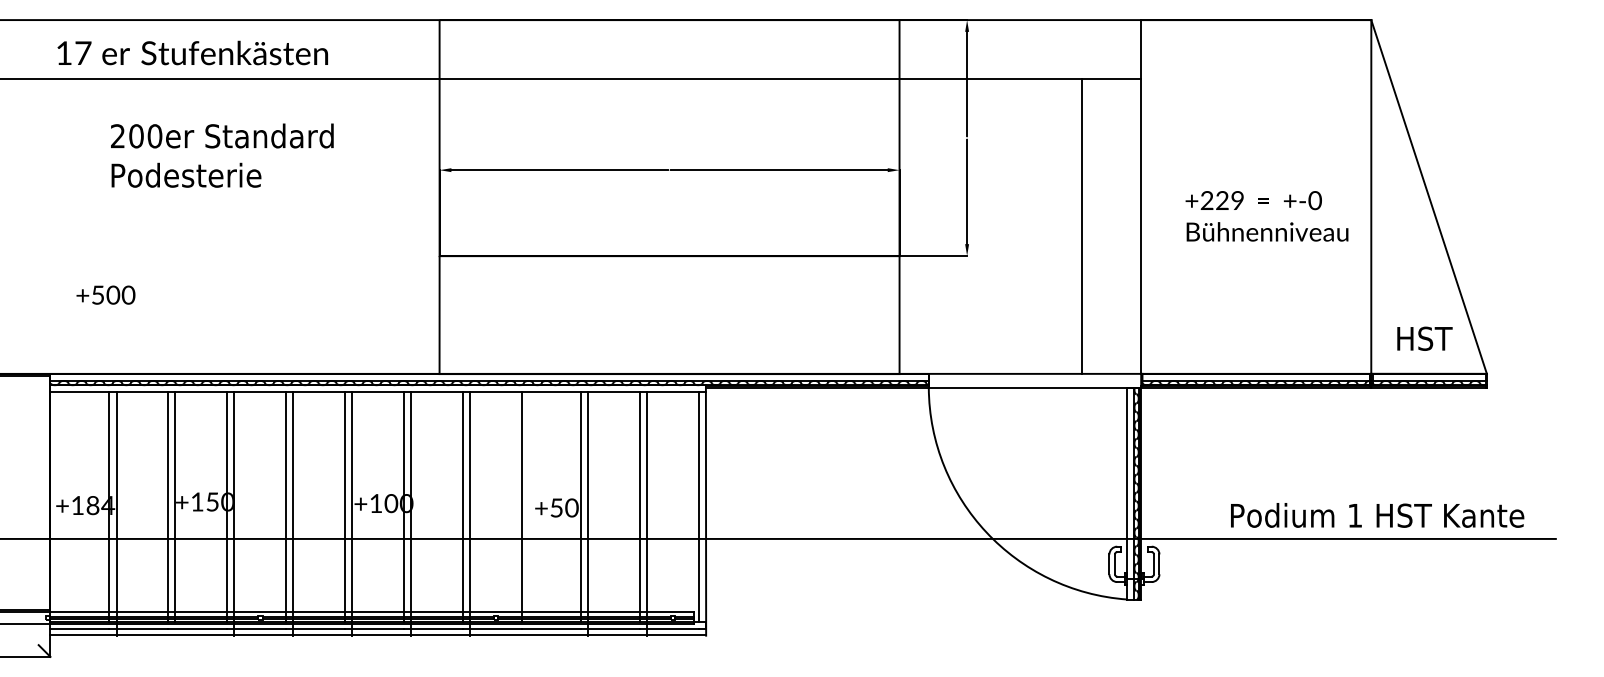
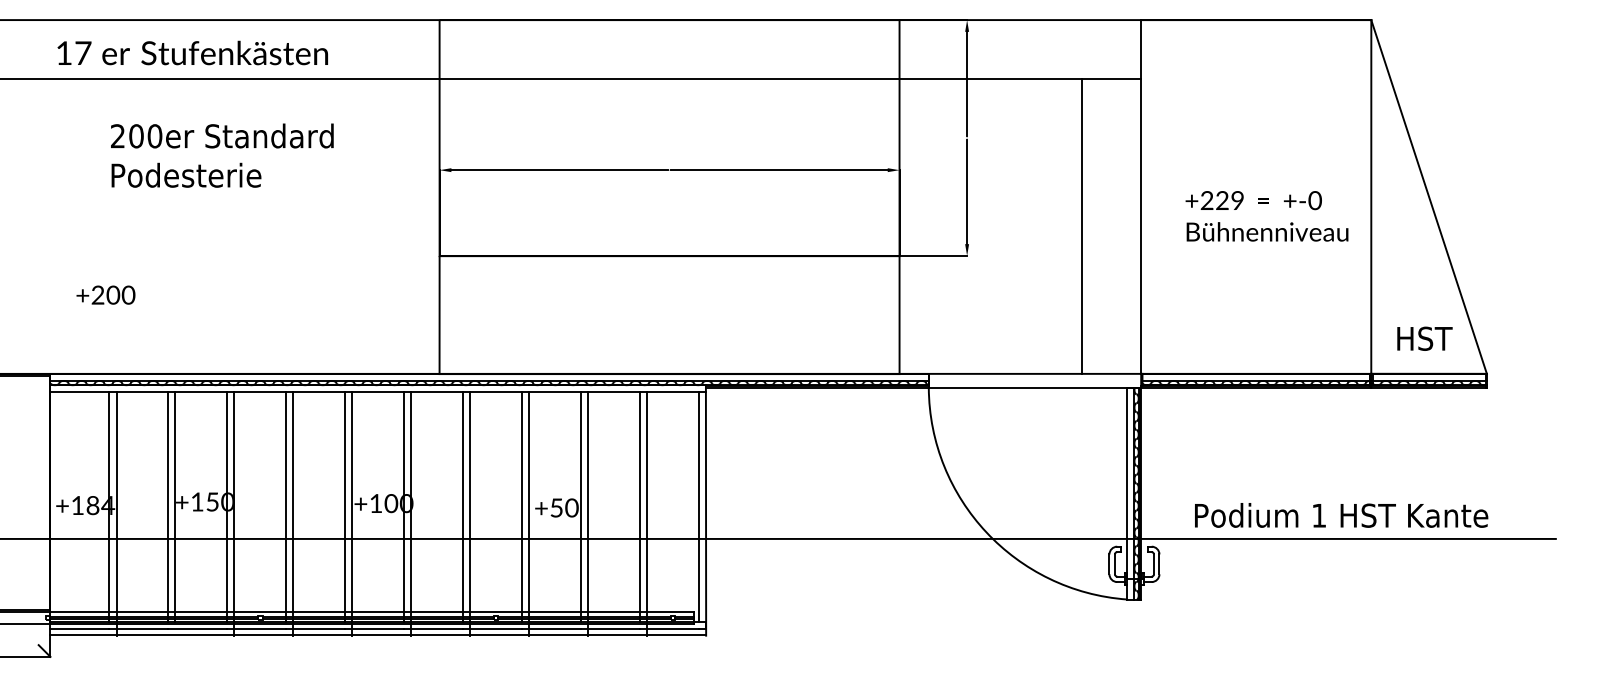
text at (97, 294): +500 -> +200
line at (529, 513): none -> present
text at (1377, 515) position: (1377, 515) -> (1341, 515)
